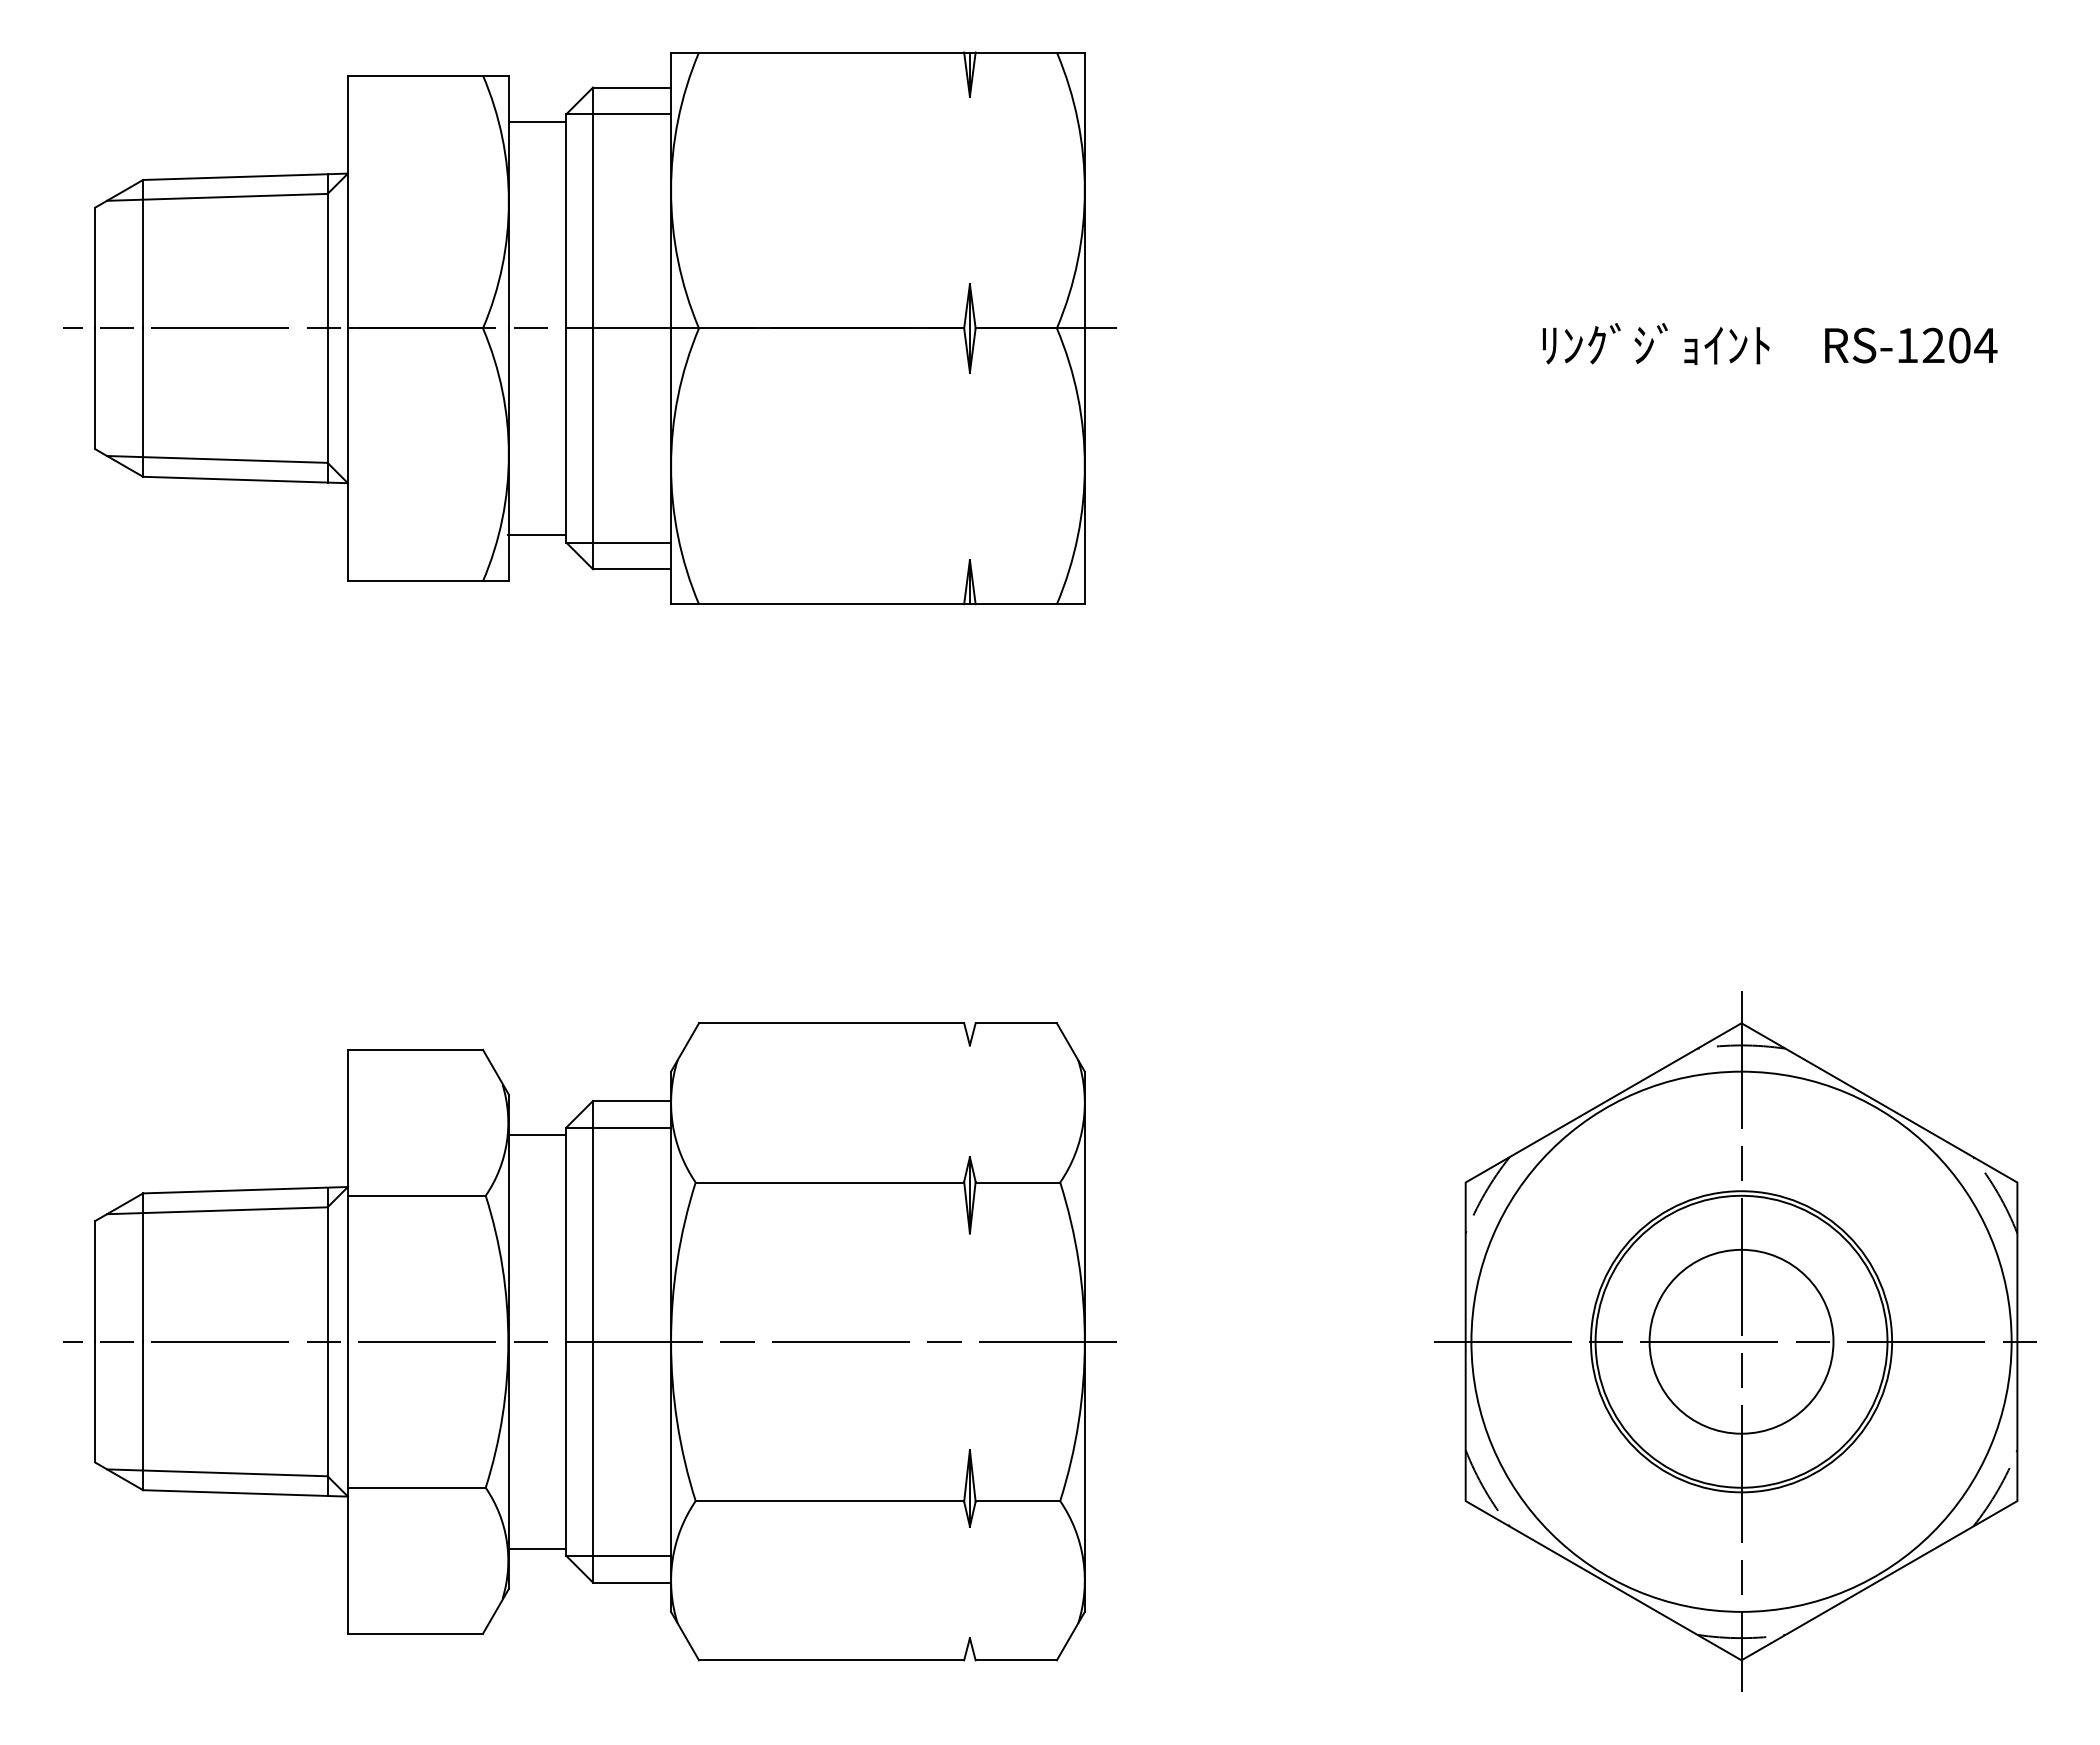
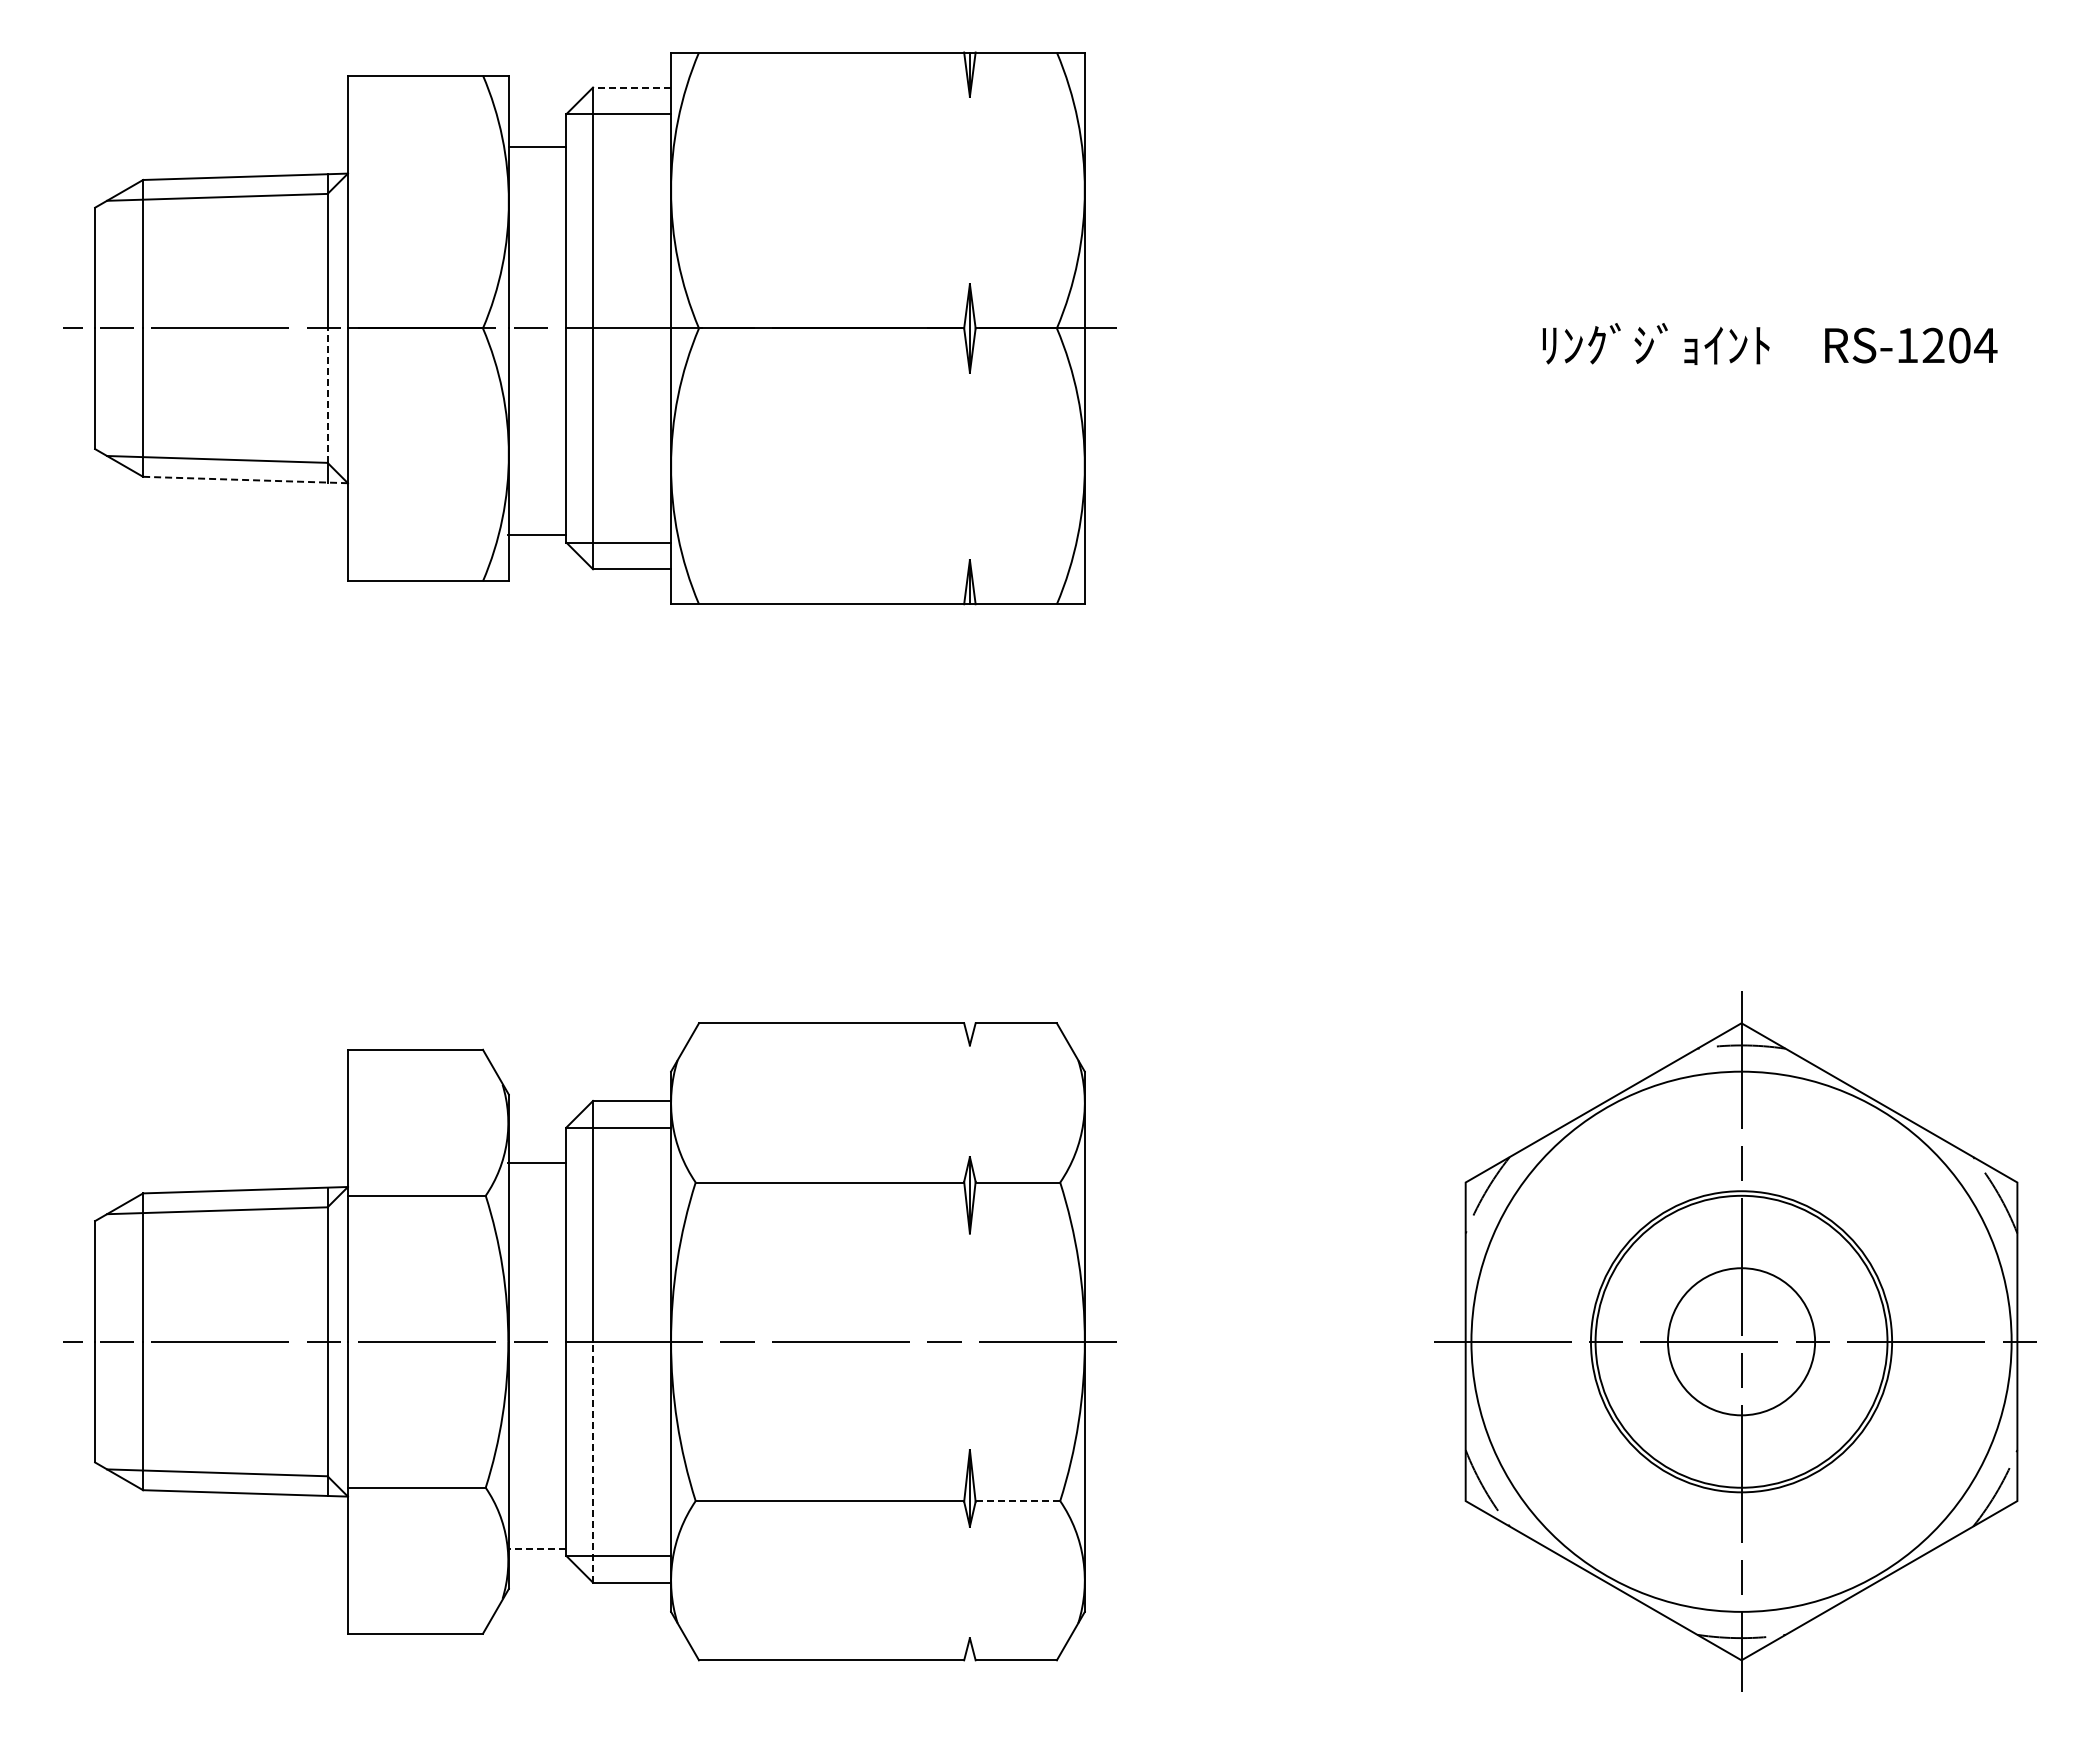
line at (631, 87): solid -> dashed
line at (537, 121) position: (537, 121) -> (537, 146)
line at (327, 395): solid -> dashed
line at (246, 480): solid -> dashed
line at (537, 1134) position: (537, 1134) -> (537, 1162)
circle at (1741, 1341) diameter: 184 px -> 147 px
line at (593, 1461): solid -> dashed
line at (1018, 1501): solid -> dashed
line at (536, 1548): solid -> dashed
